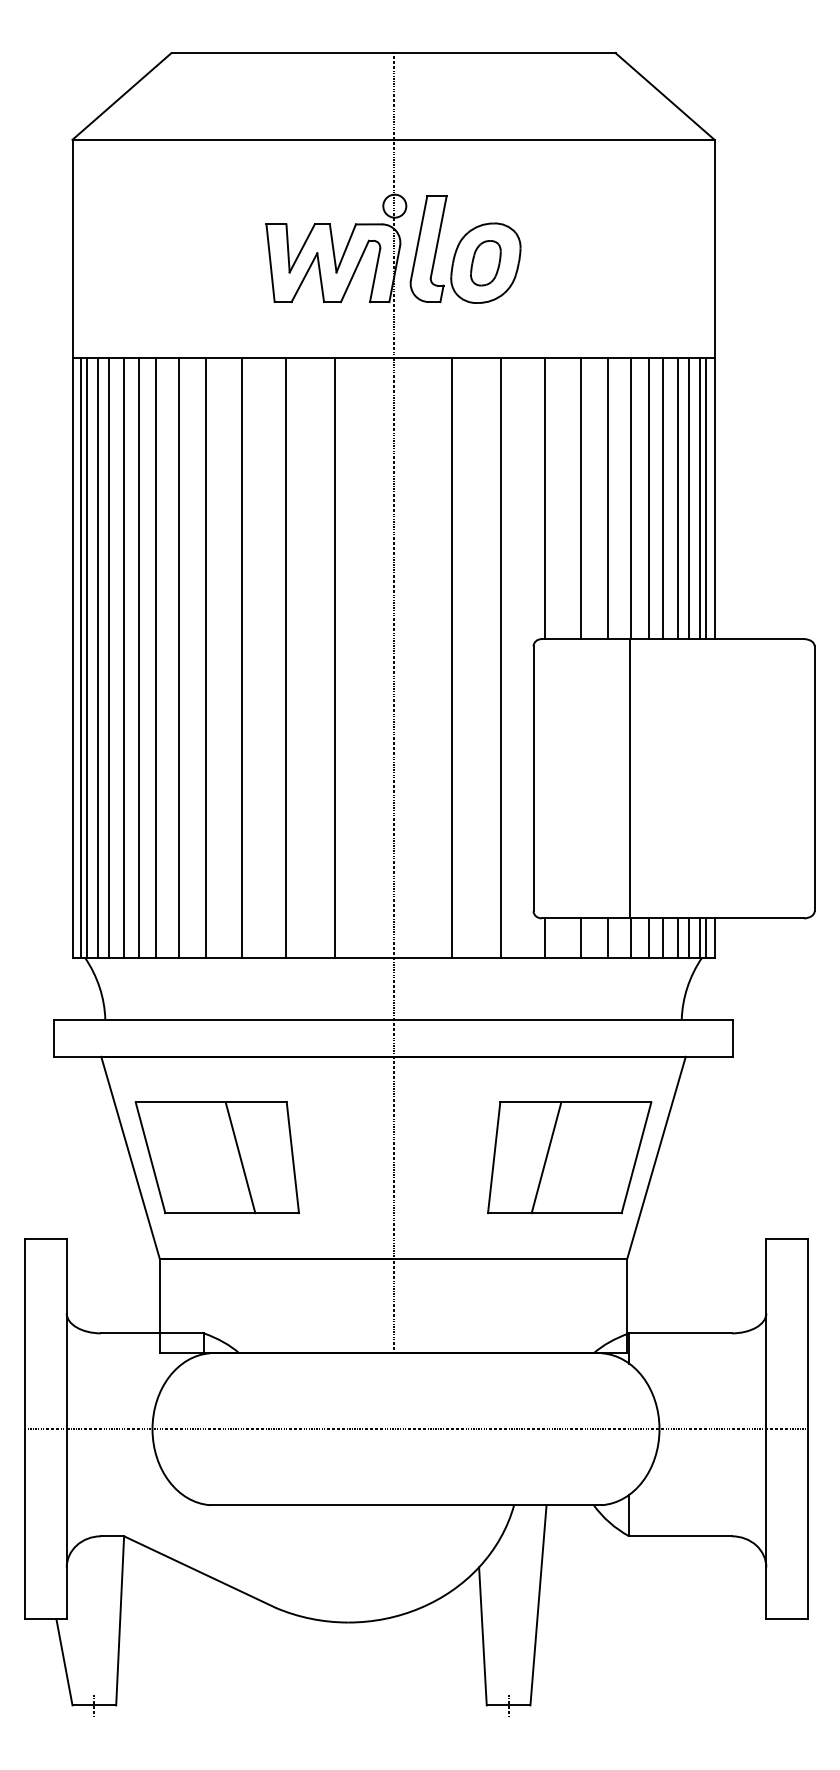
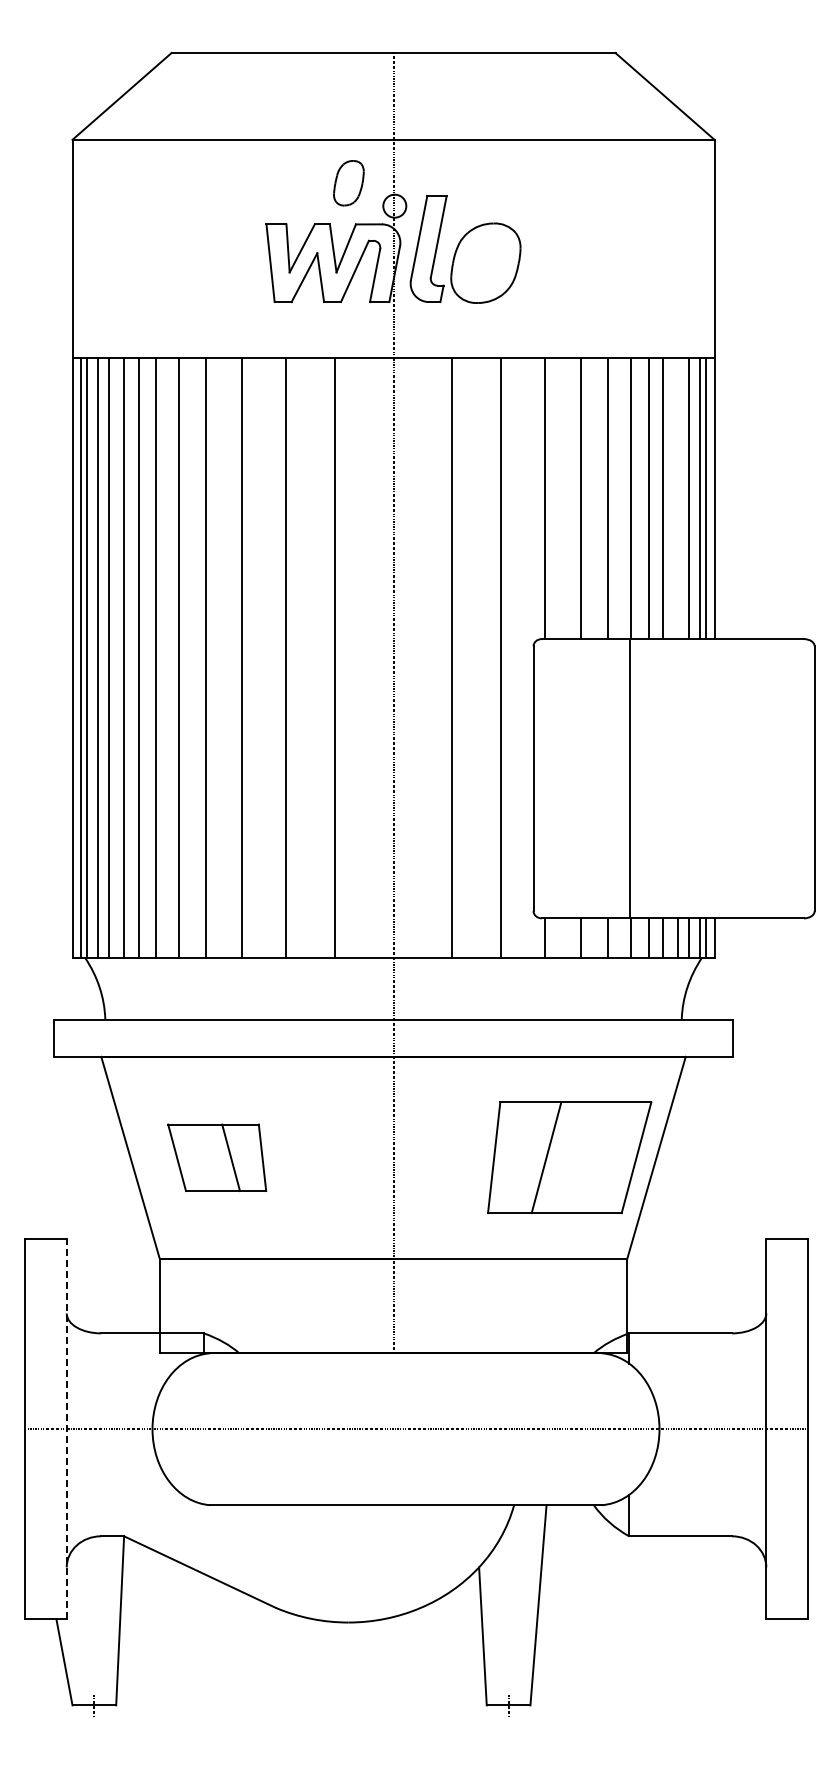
part at (485, 263) position: (485, 263) -> (348, 183)
line at (678, 498): present -> none
part at (216, 1157) size: 166x114 px -> 101x70 px
line at (66, 1429): solid -> dashed
